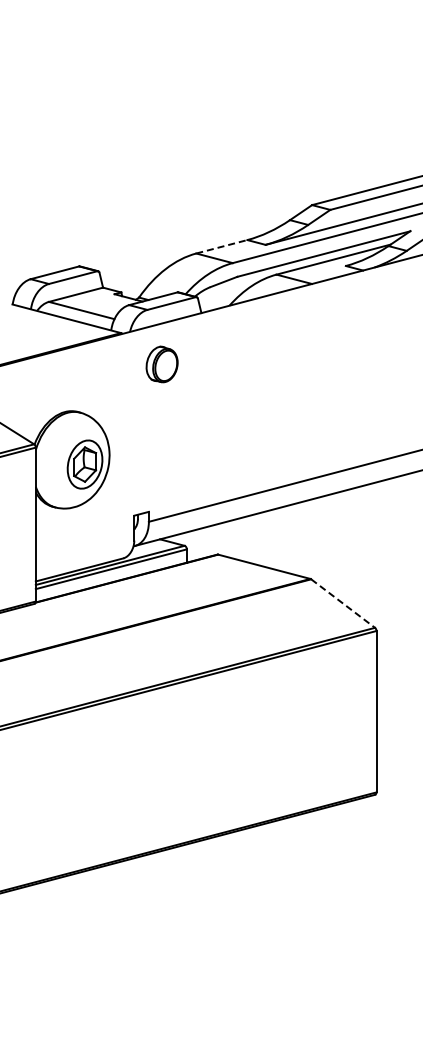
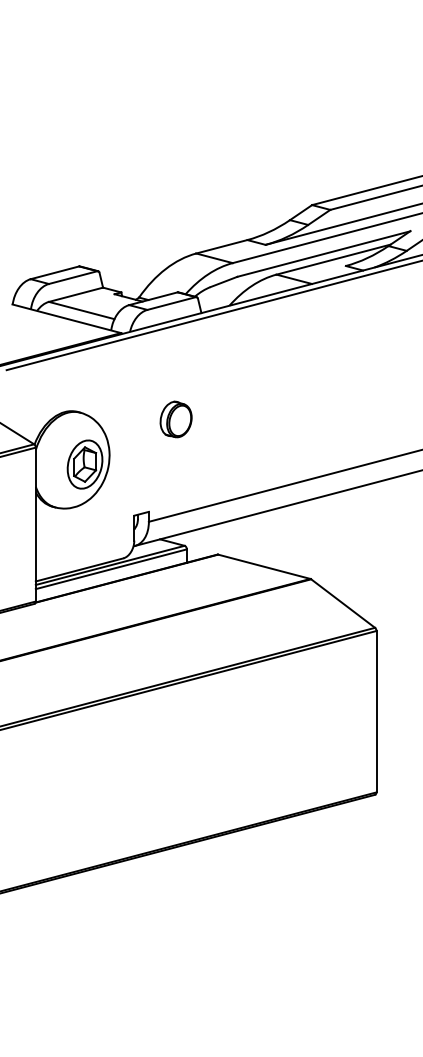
line at (222, 246): dashed -> solid
line at (212, 315): none -> present
part at (161, 364) position: (161, 364) -> (175, 419)
line at (343, 603): dashed -> solid
